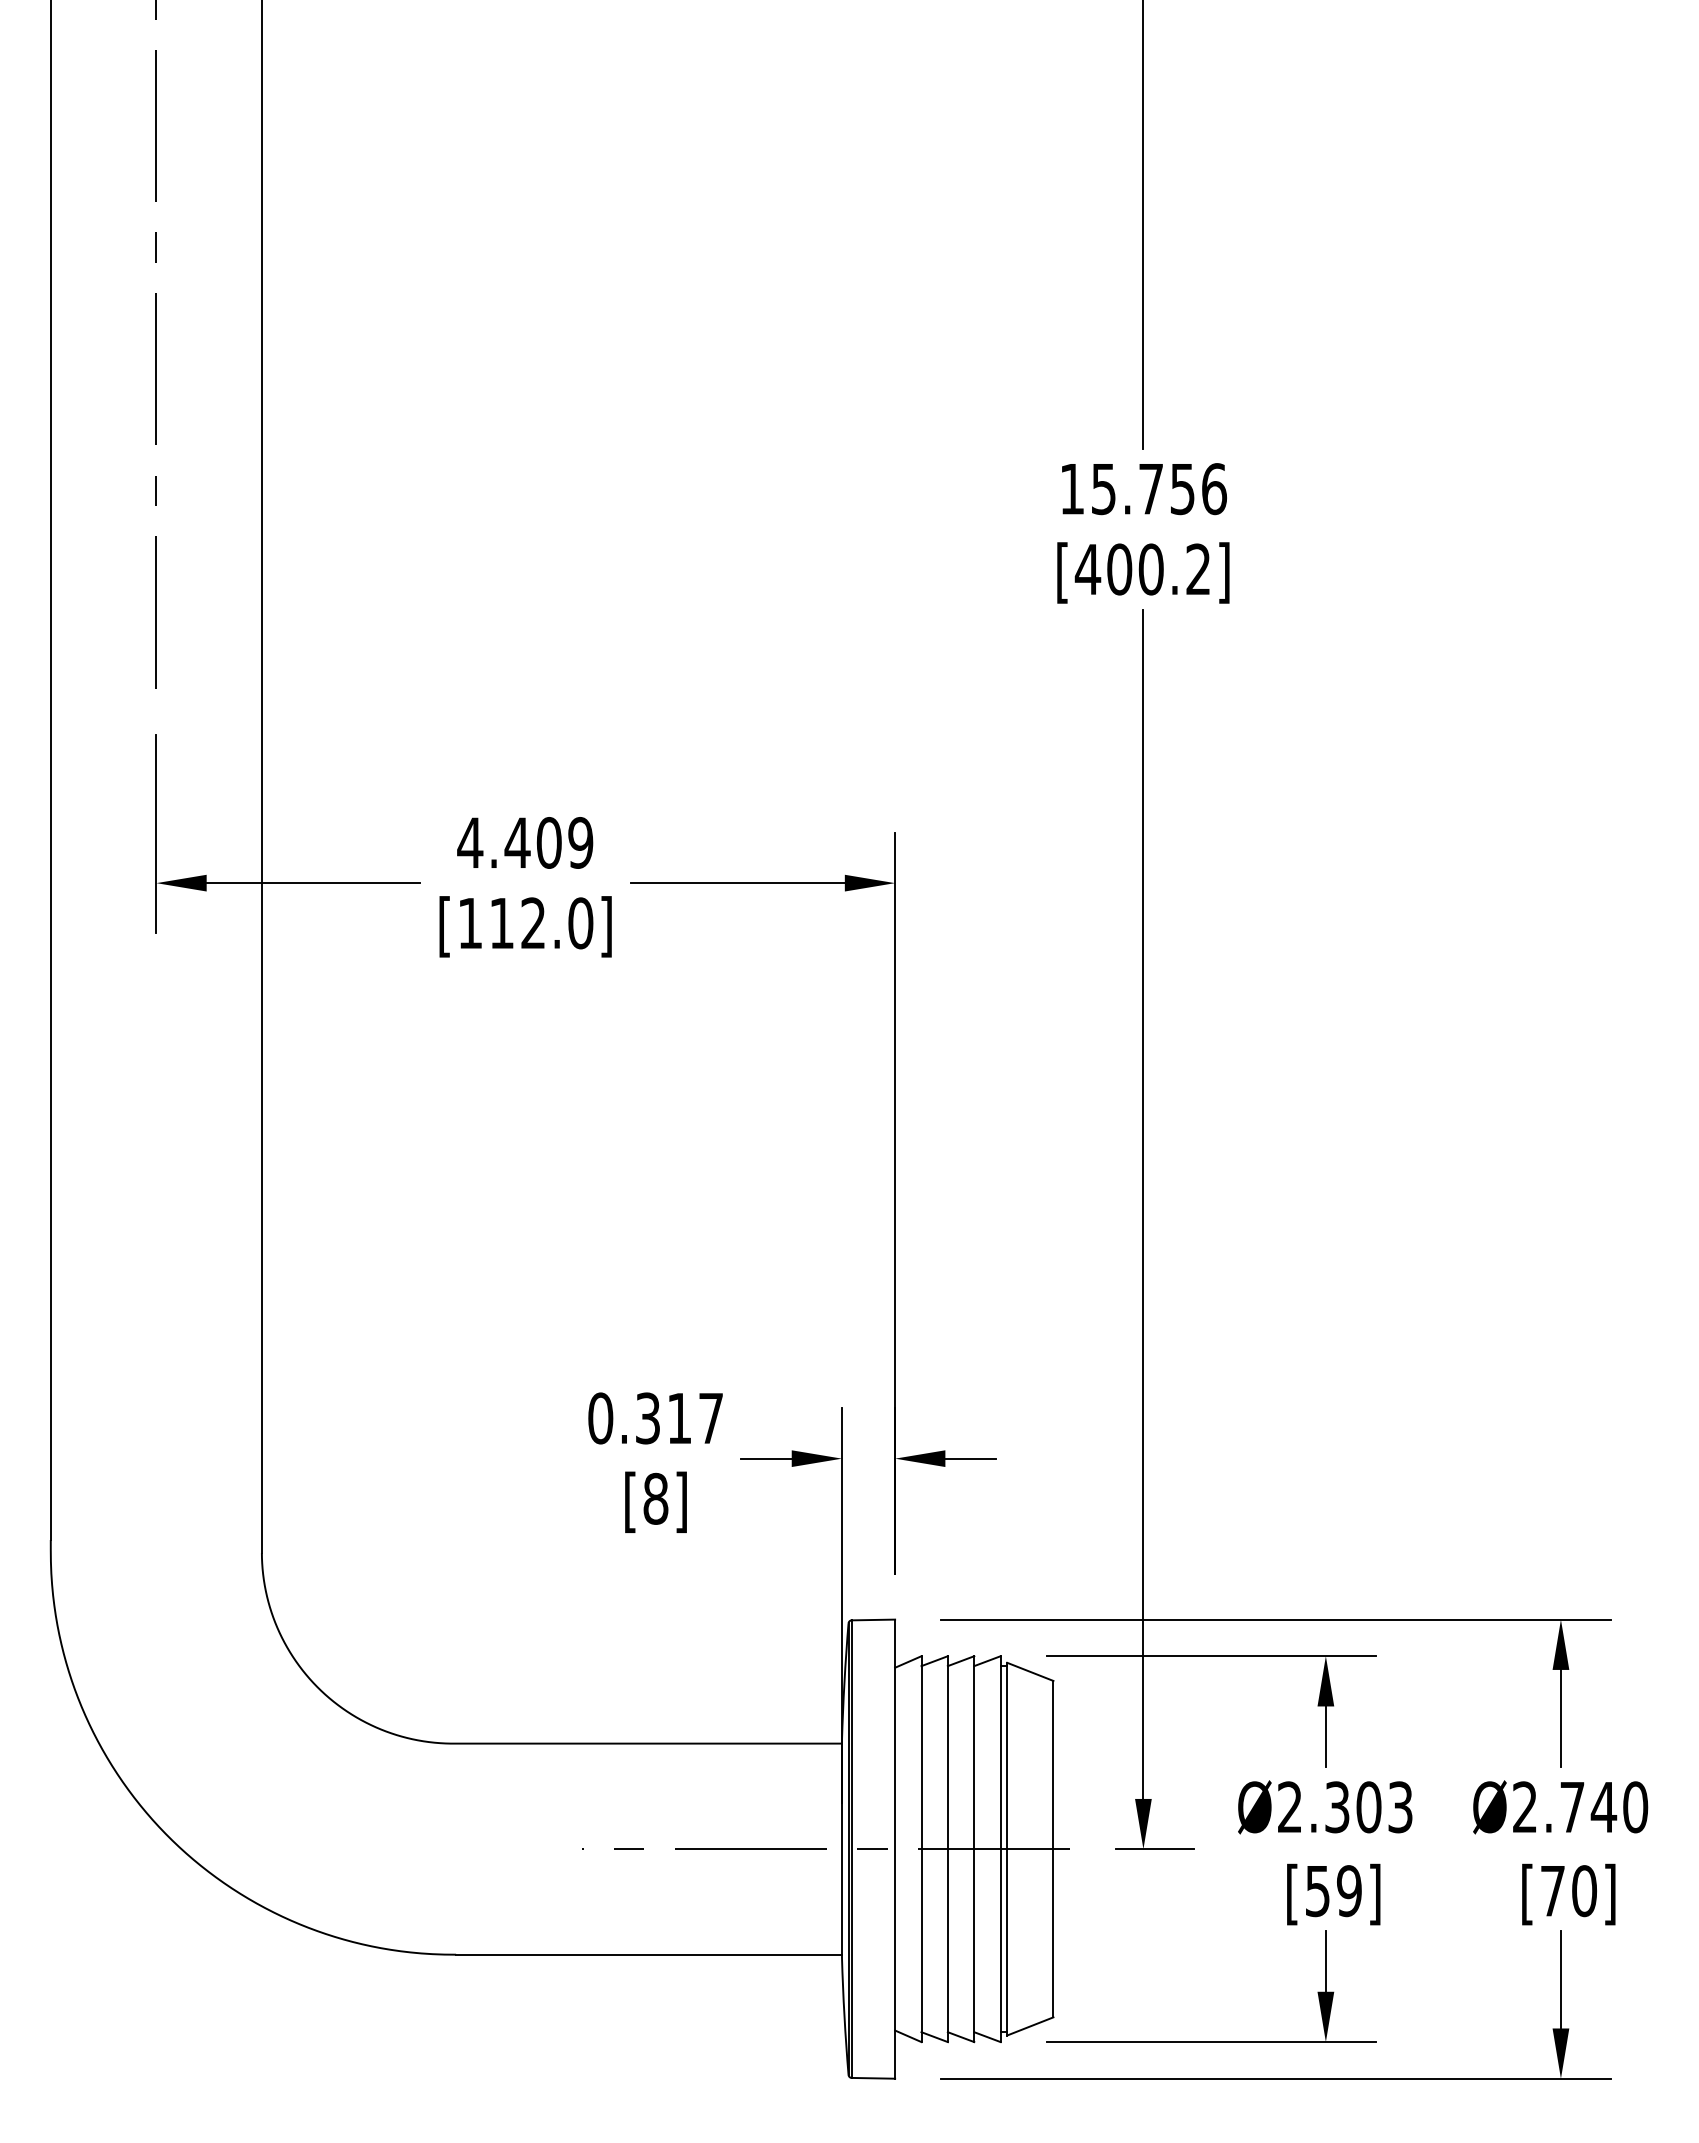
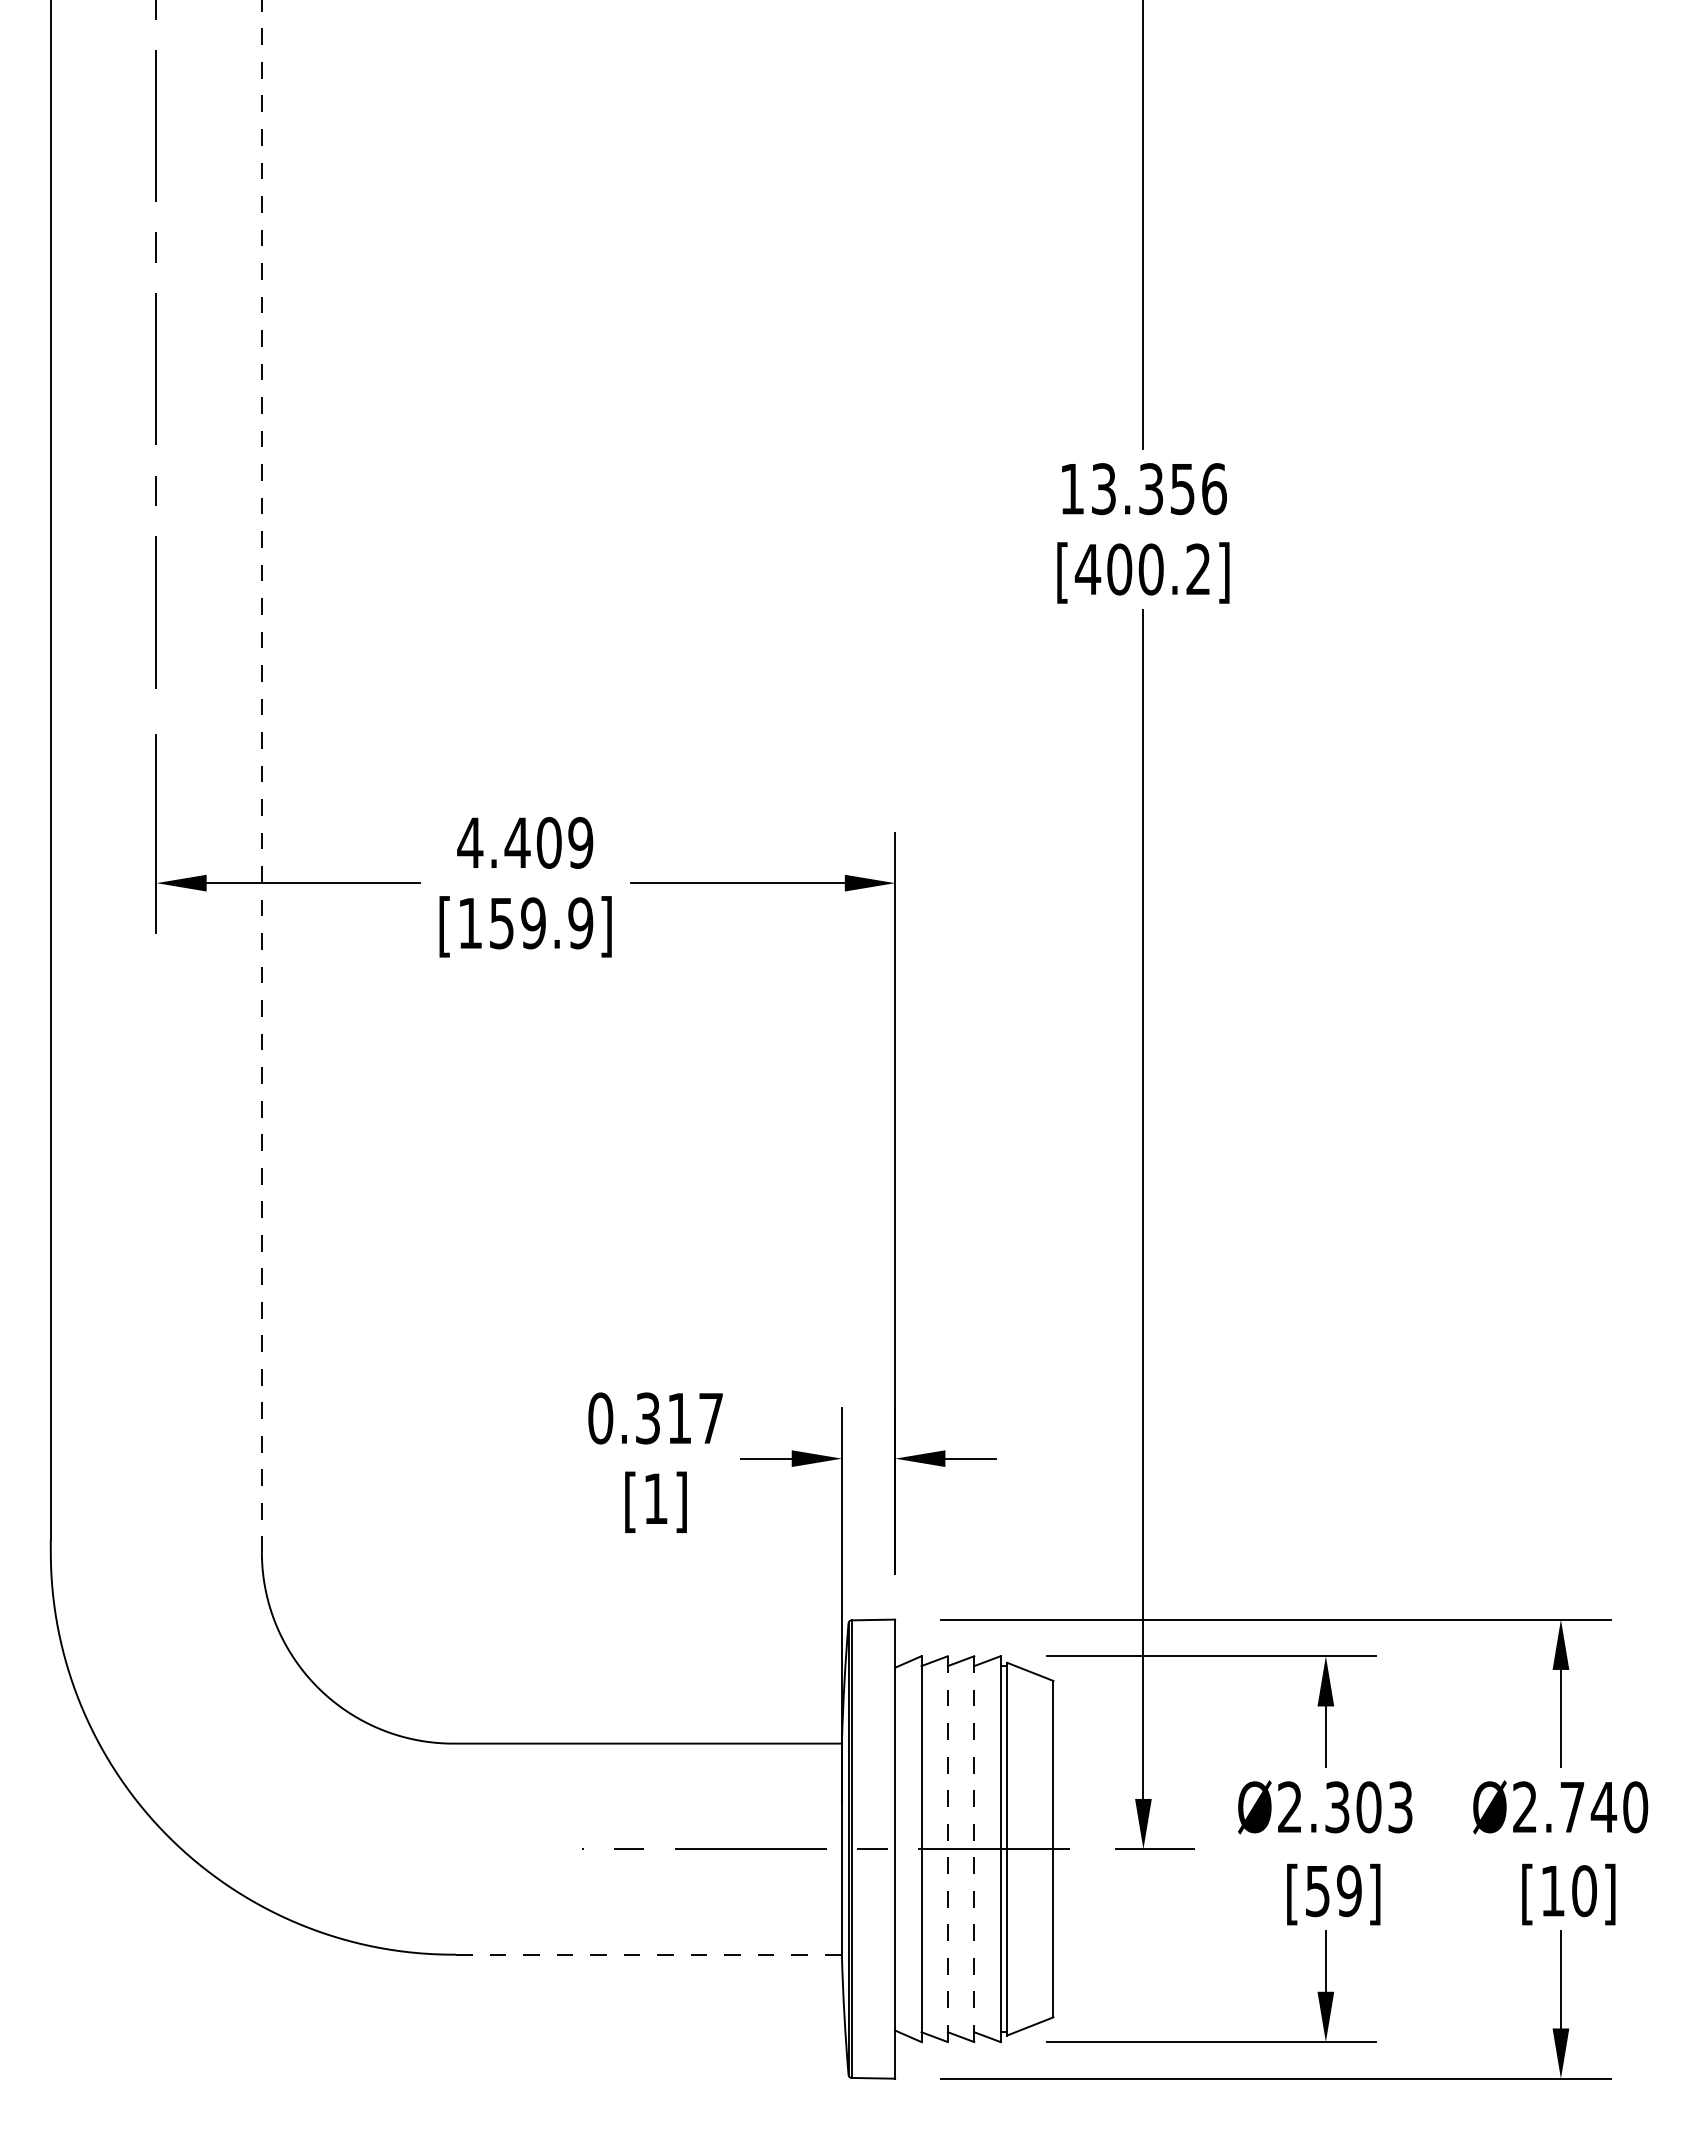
text at (1127, 489): 15.756 -> 13.356
line at (261, 776): solid -> dashed
text at (541, 923): [112.0] -> [159.9]
text at (655, 1498): [8] -> [1]
line at (947, 1849): solid -> dashed
line at (974, 1849): solid -> dashed
text at (1552, 1891): [70] -> [10]
line at (649, 1954): solid -> dashed
